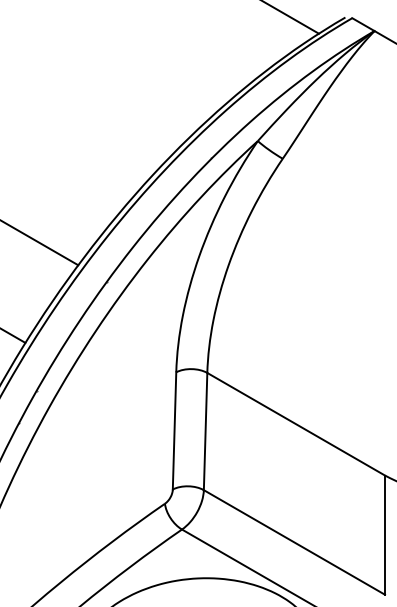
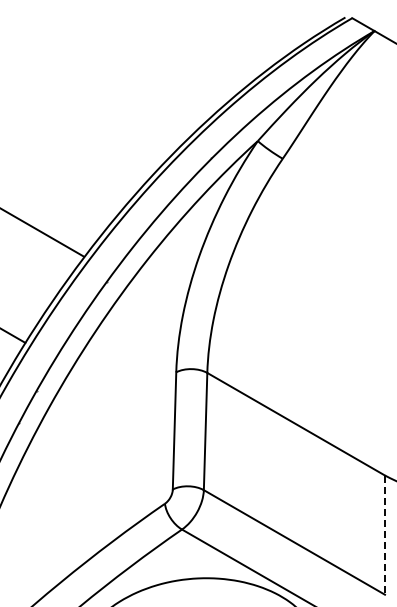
line at (291, 17): present -> none
line at (40, 243) position: (40, 243) -> (42, 232)
line at (385, 535): solid -> dashed
